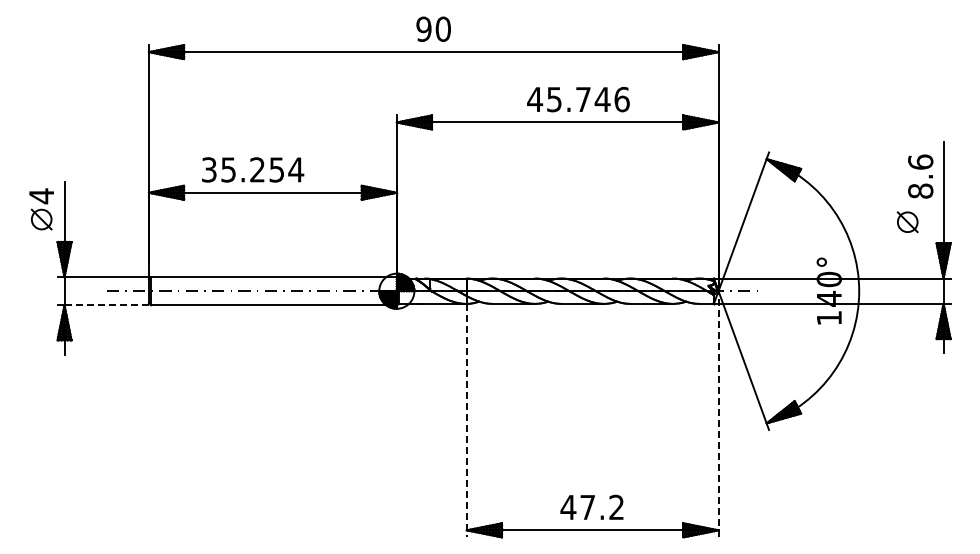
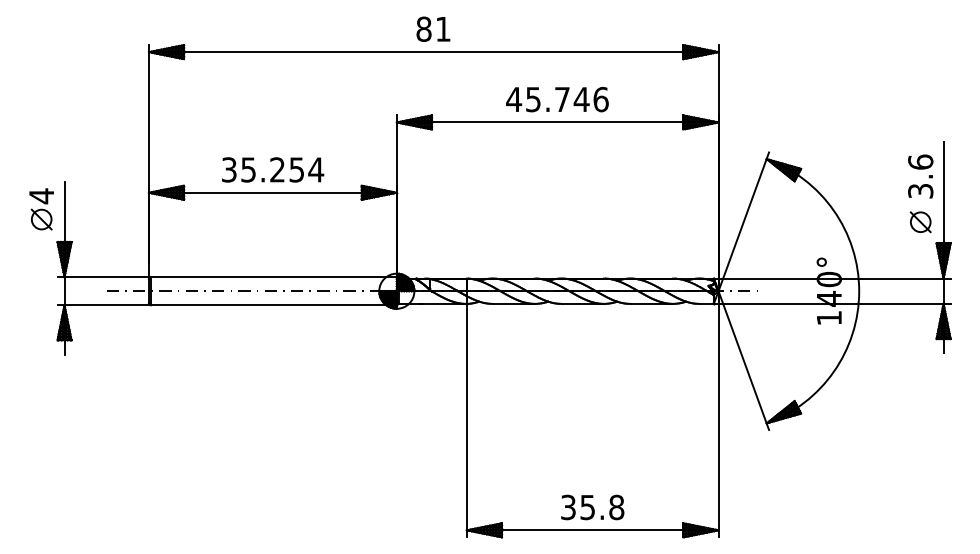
text at (433, 28): 90 -> 81
text at (578, 99) position: (578, 99) -> (557, 99)
text at (253, 169) position: (253, 169) -> (273, 169)
text at (920, 190): 8.6 -> 3.6
part at (907, 222) position: (907, 222) -> (920, 222)
line at (106, 305): dashed -> solid
line at (718, 413): dashed -> solid
line at (466, 420): dashed -> solid
text at (592, 507): 47.2 -> 35.8
